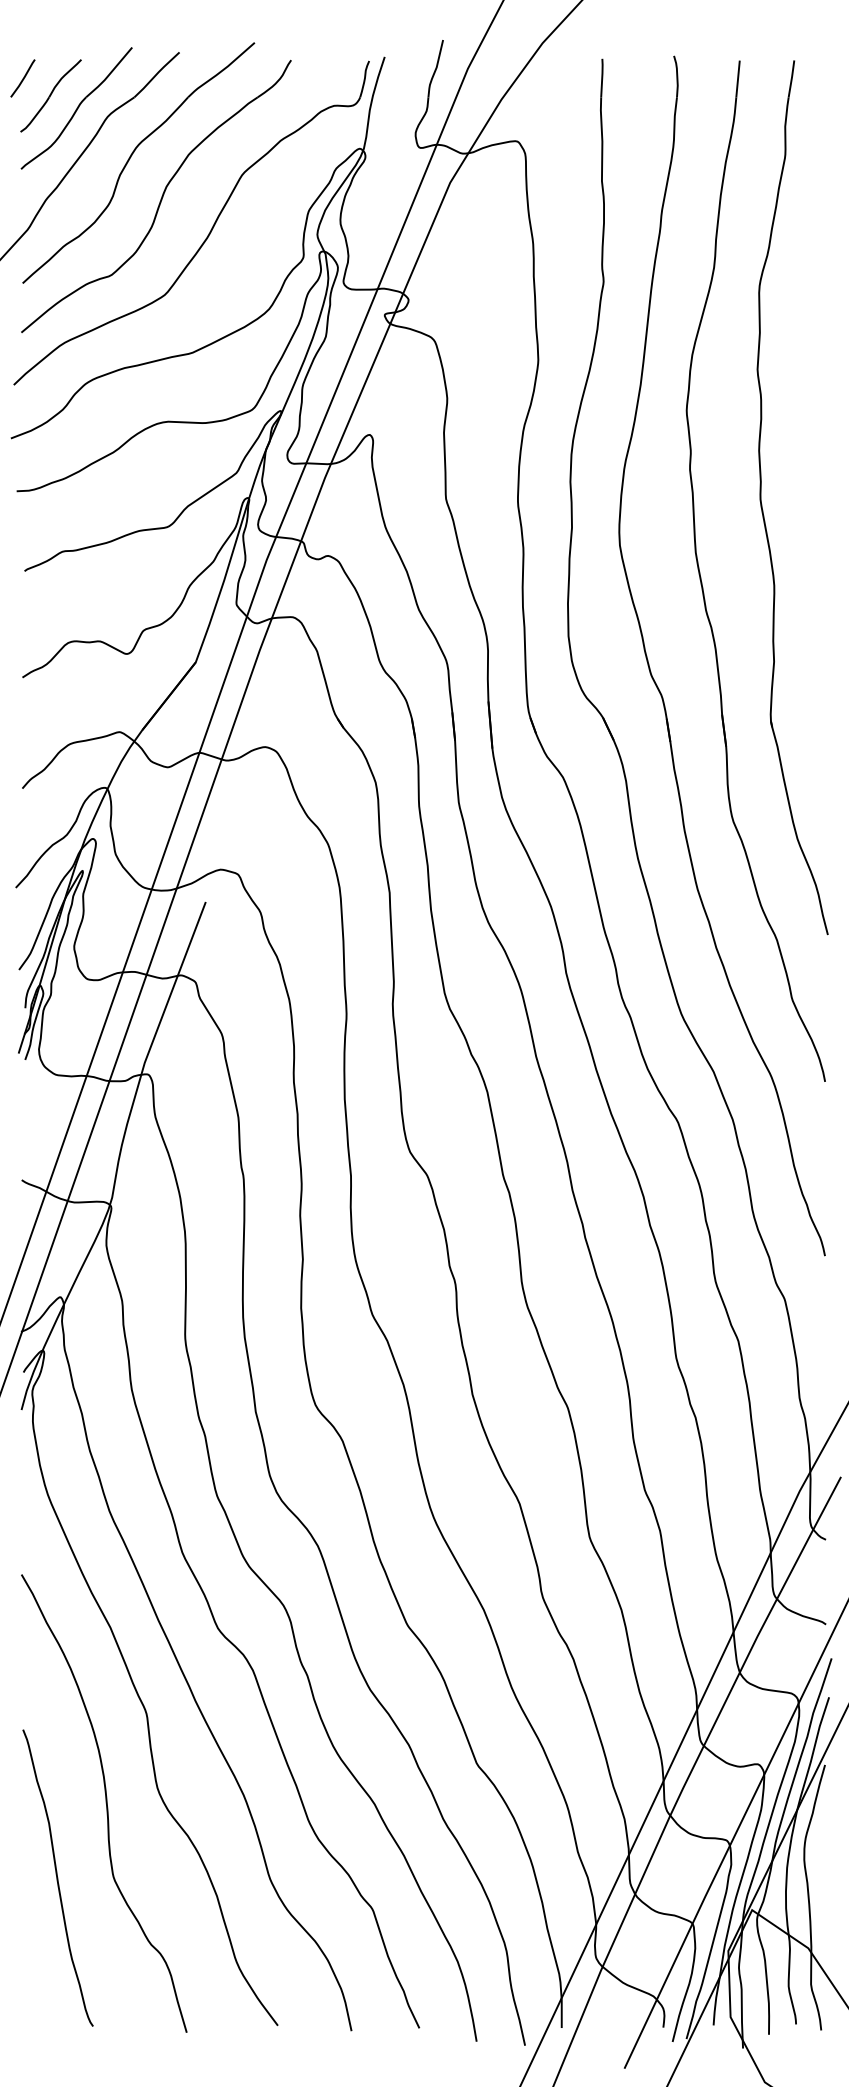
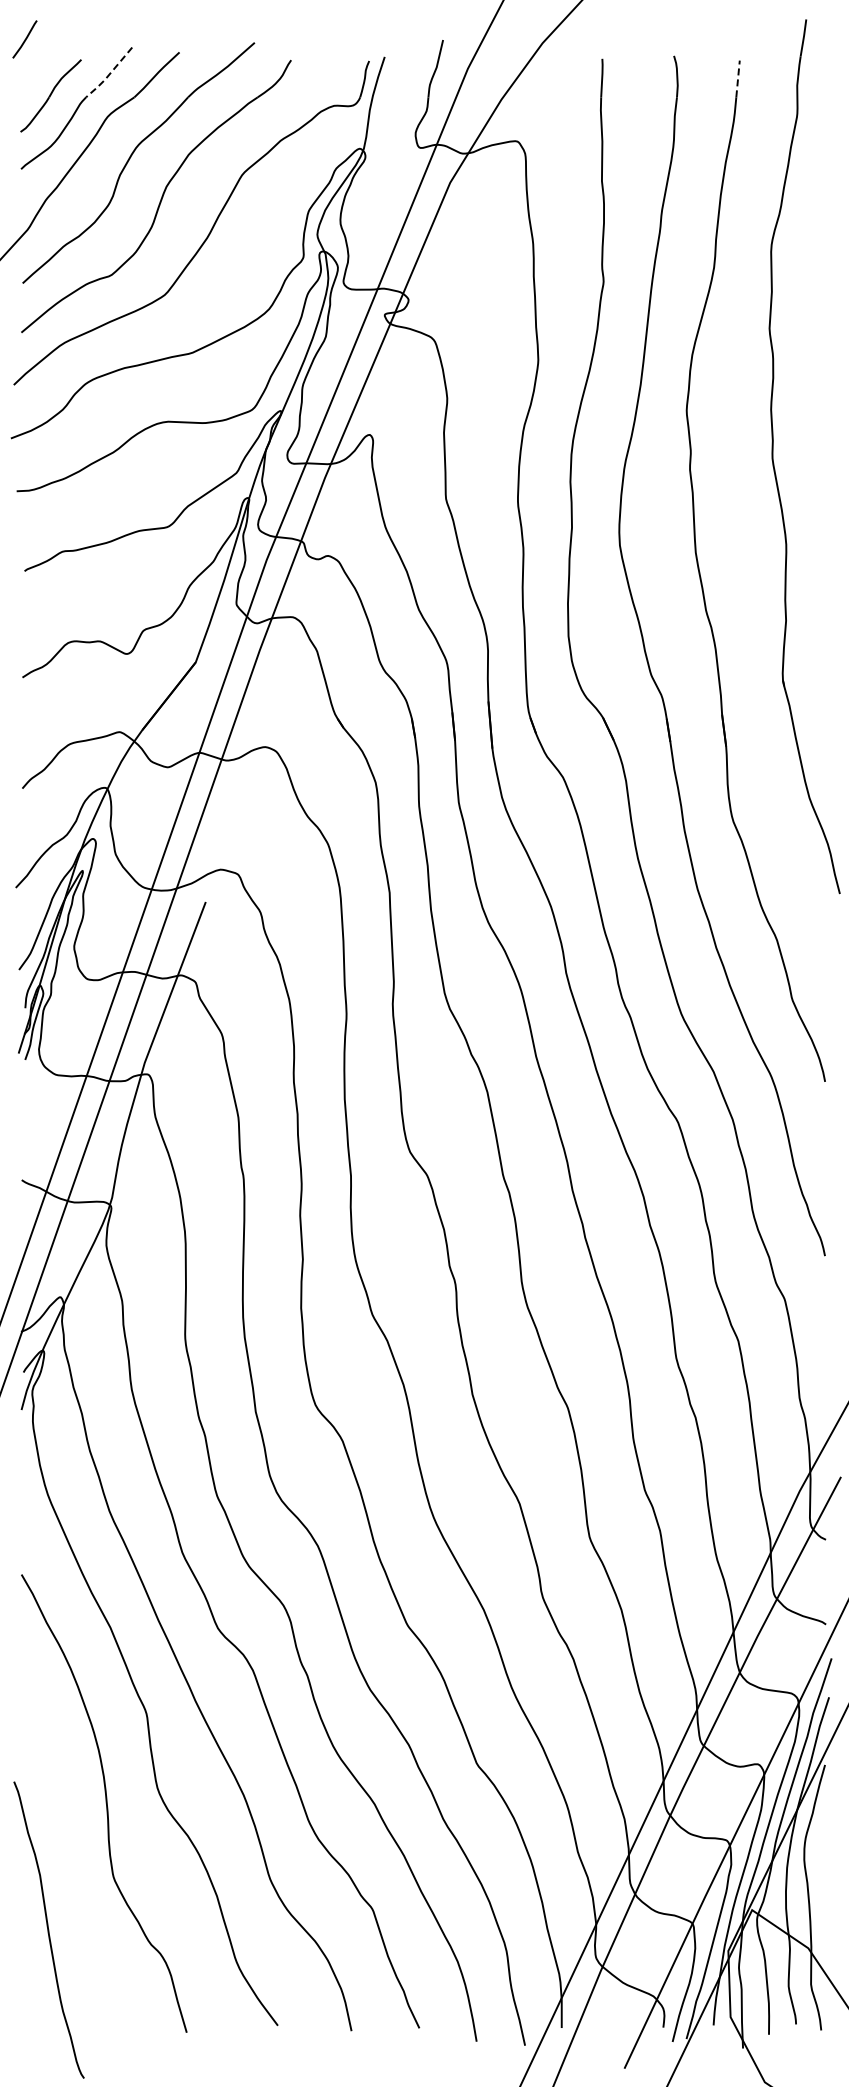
line at (109, 74): solid -> dashed
line at (22, 78) position: (22, 78) -> (24, 39)
line at (738, 78): solid -> dashed
part at (762, 504) position: (762, 504) -> (774, 463)
curve at (57, 1877) position: (57, 1877) -> (48, 1929)
